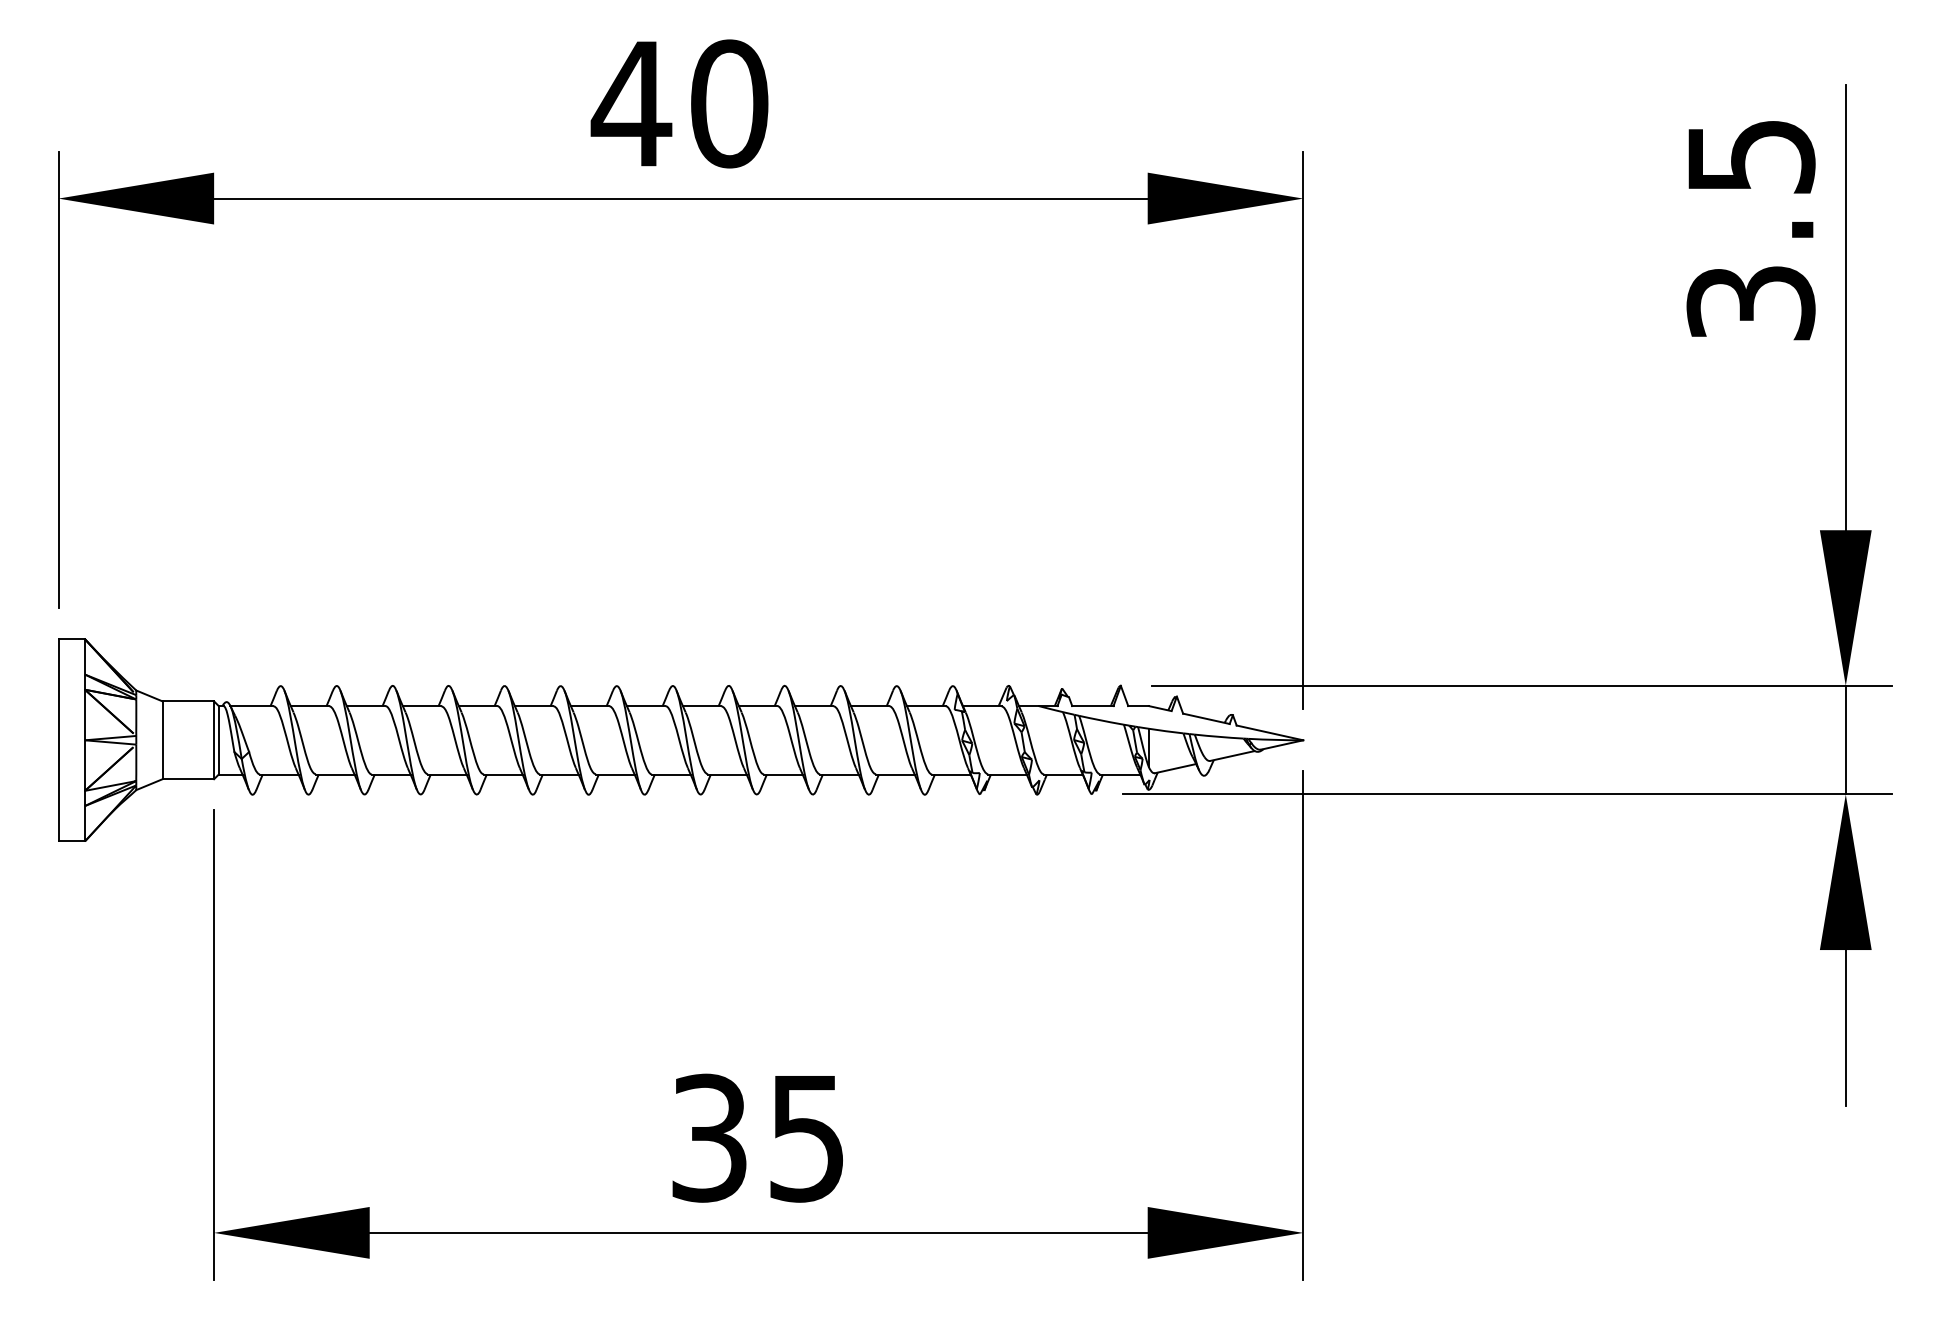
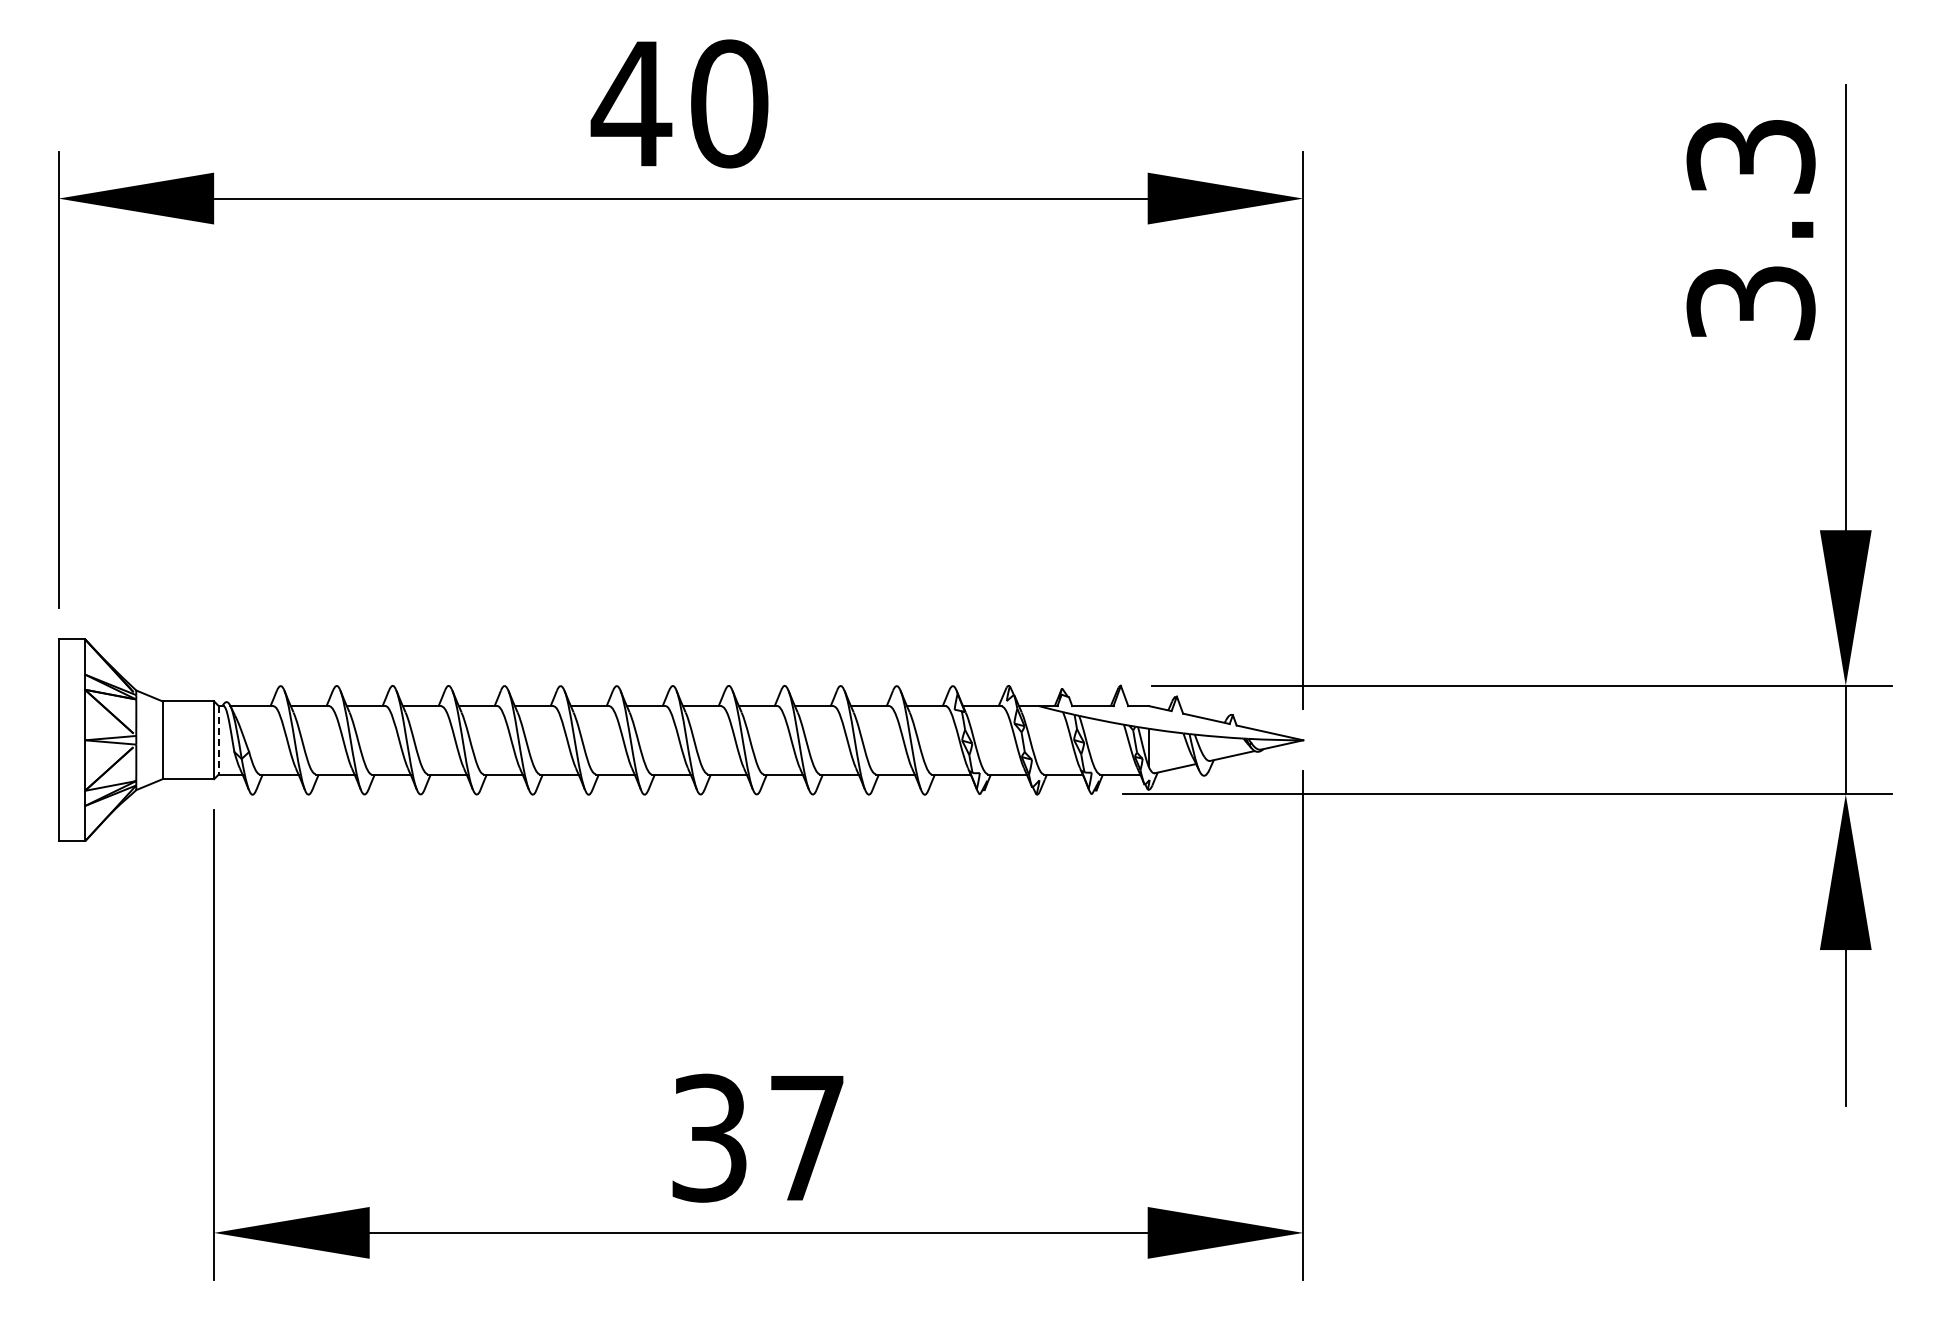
text at (1750, 156): 3.5 -> 3.3
line at (218, 740): solid -> dashed
text at (806, 1139): 35 -> 37
